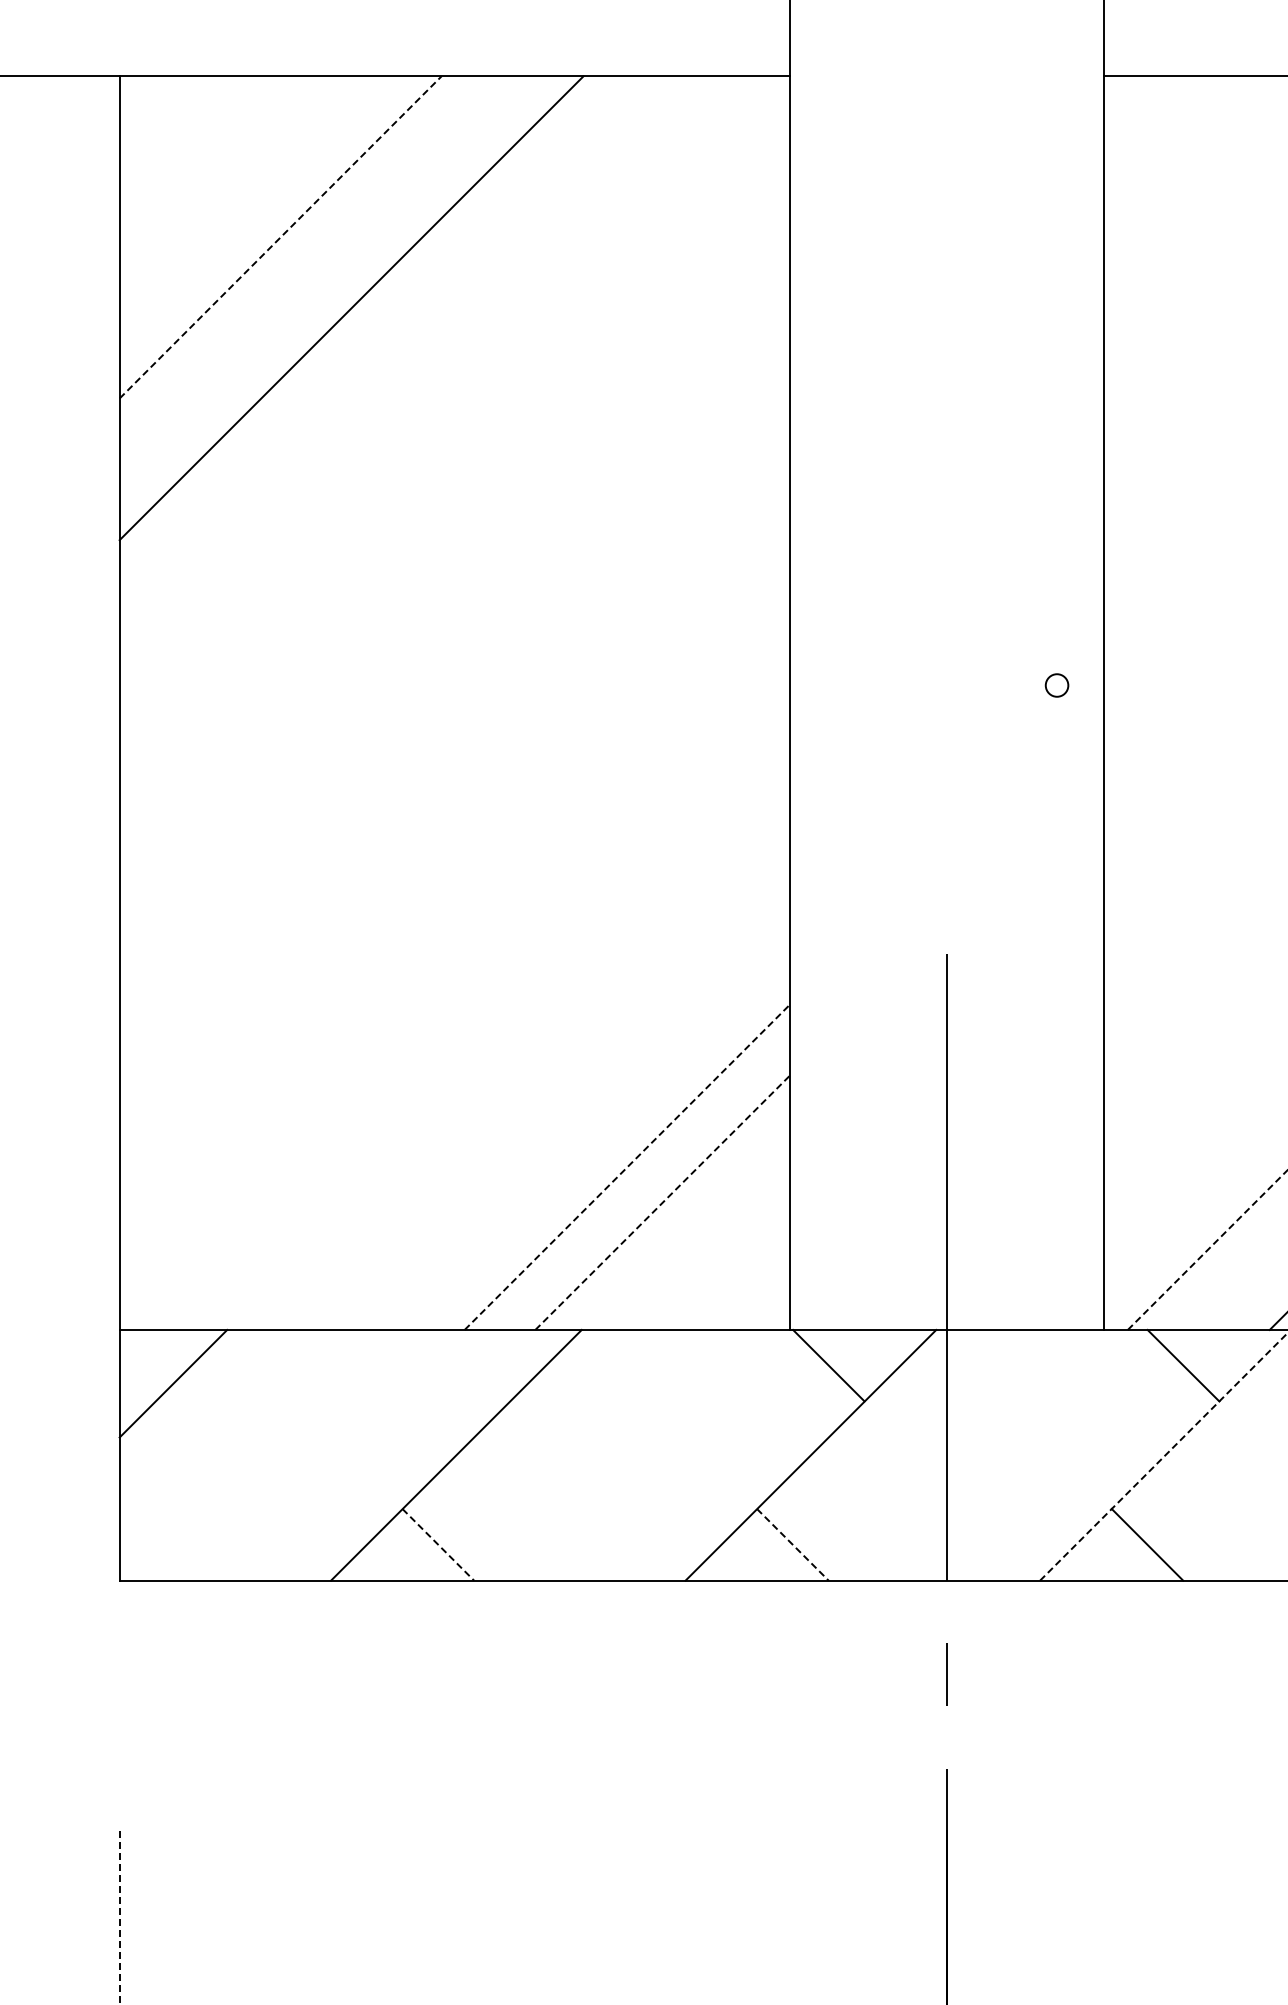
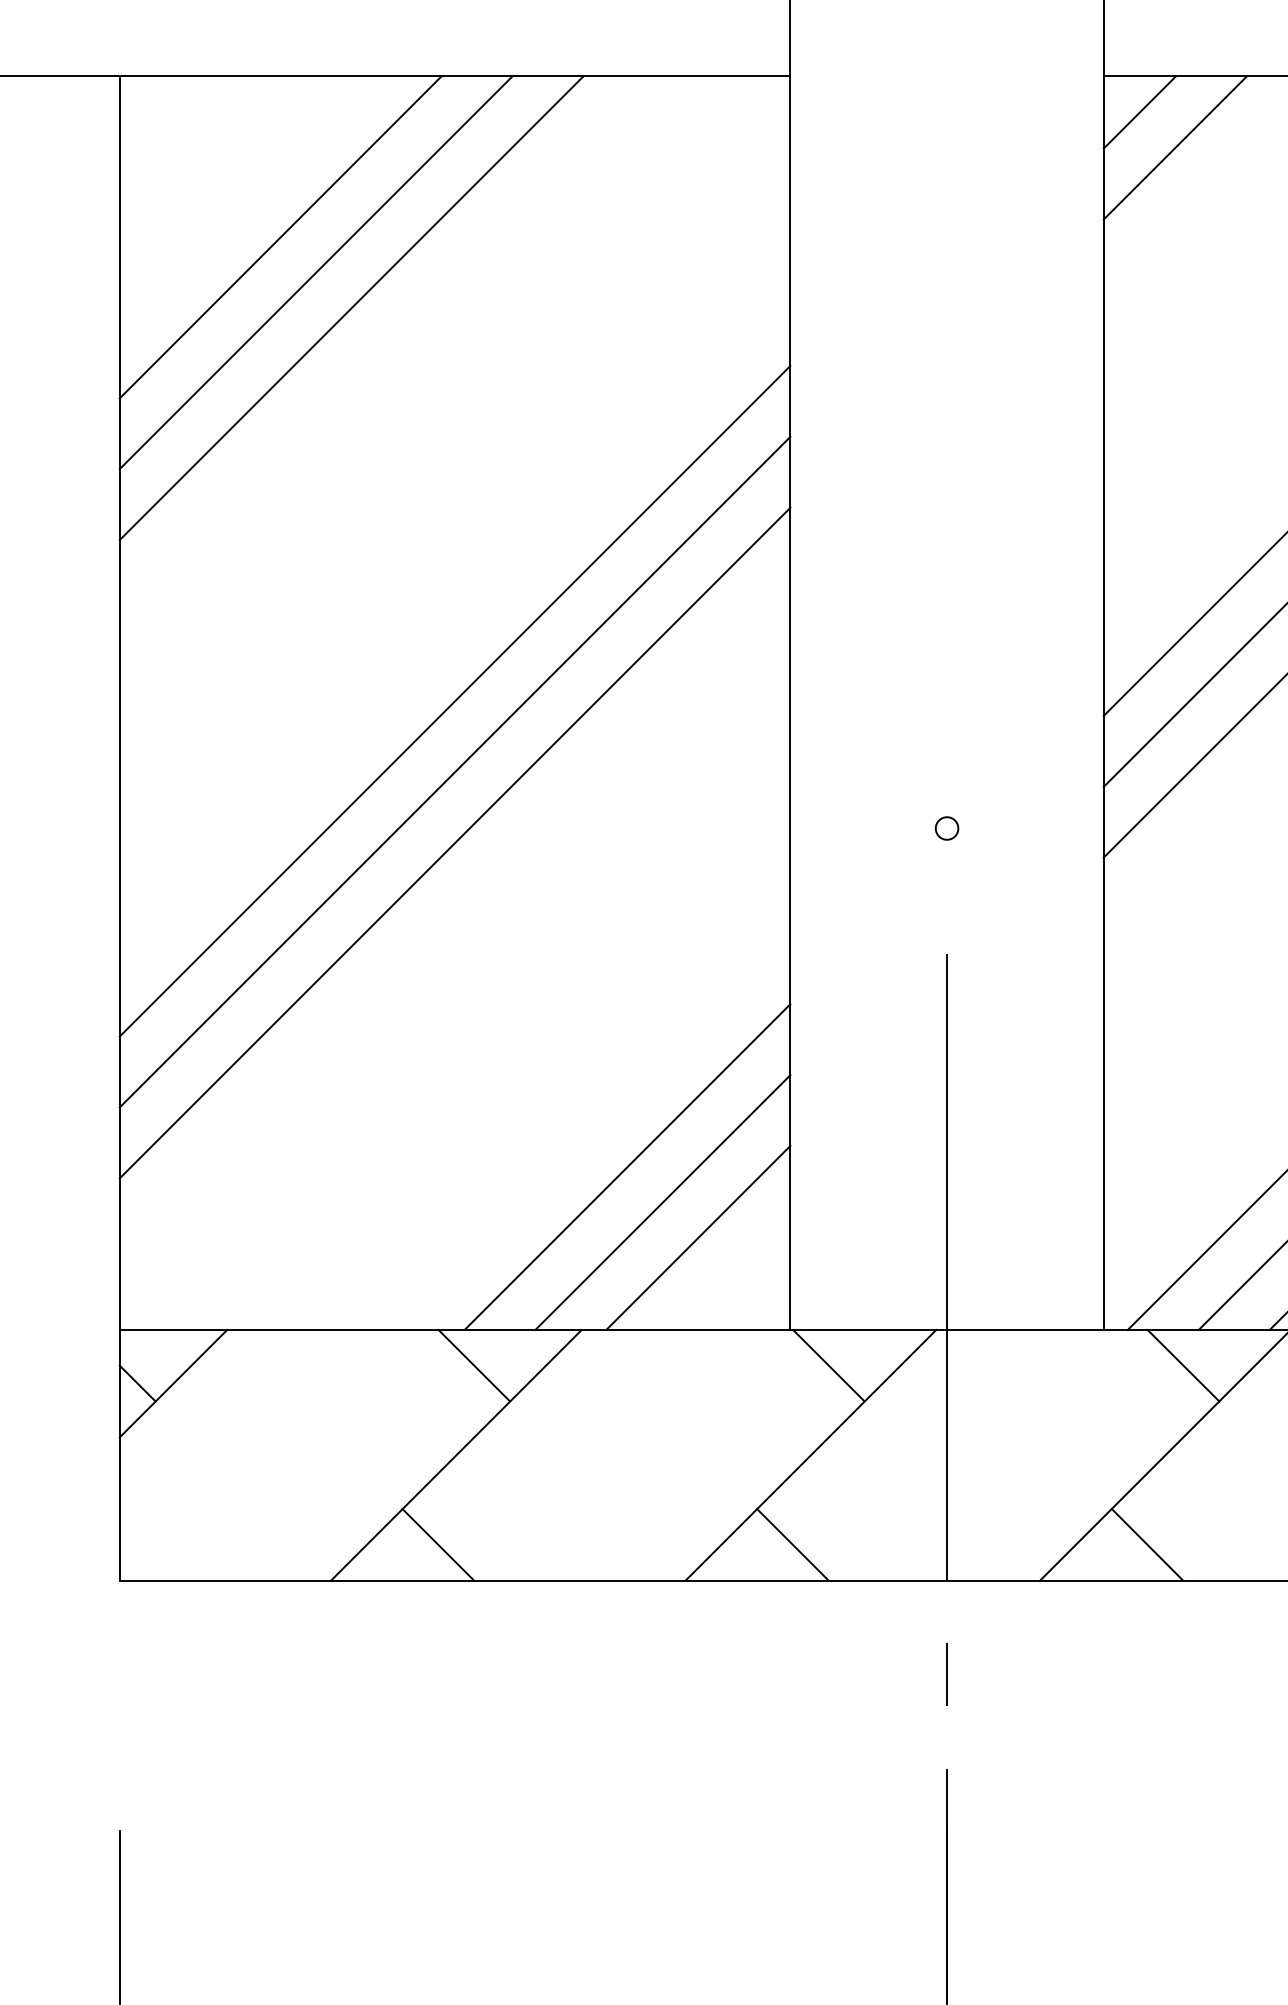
line at (1139, 112): none -> present
line at (1174, 147): none -> present
line at (280, 237): dashed -> solid
line at (315, 272): none -> present
line at (1193, 624): none -> present
circle at (1056, 685) position: (1056, 685) -> (946, 828)
line at (1193, 695): none -> present
line at (454, 700): none -> present
line at (1193, 766): none -> present
line at (454, 771): none -> present
line at (454, 842): none -> present
line at (627, 1166): dashed -> solid
line at (663, 1202): dashed -> solid
line at (698, 1237): none -> present
line at (1207, 1250): dashed -> solid
line at (1241, 1286): none -> present
line at (474, 1365): none -> present
line at (137, 1383): none -> present
line at (1164, 1456): dashed -> solid
line at (438, 1544): dashed -> solid
line at (792, 1544): dashed -> solid
line at (119, 1918): dashed -> solid
